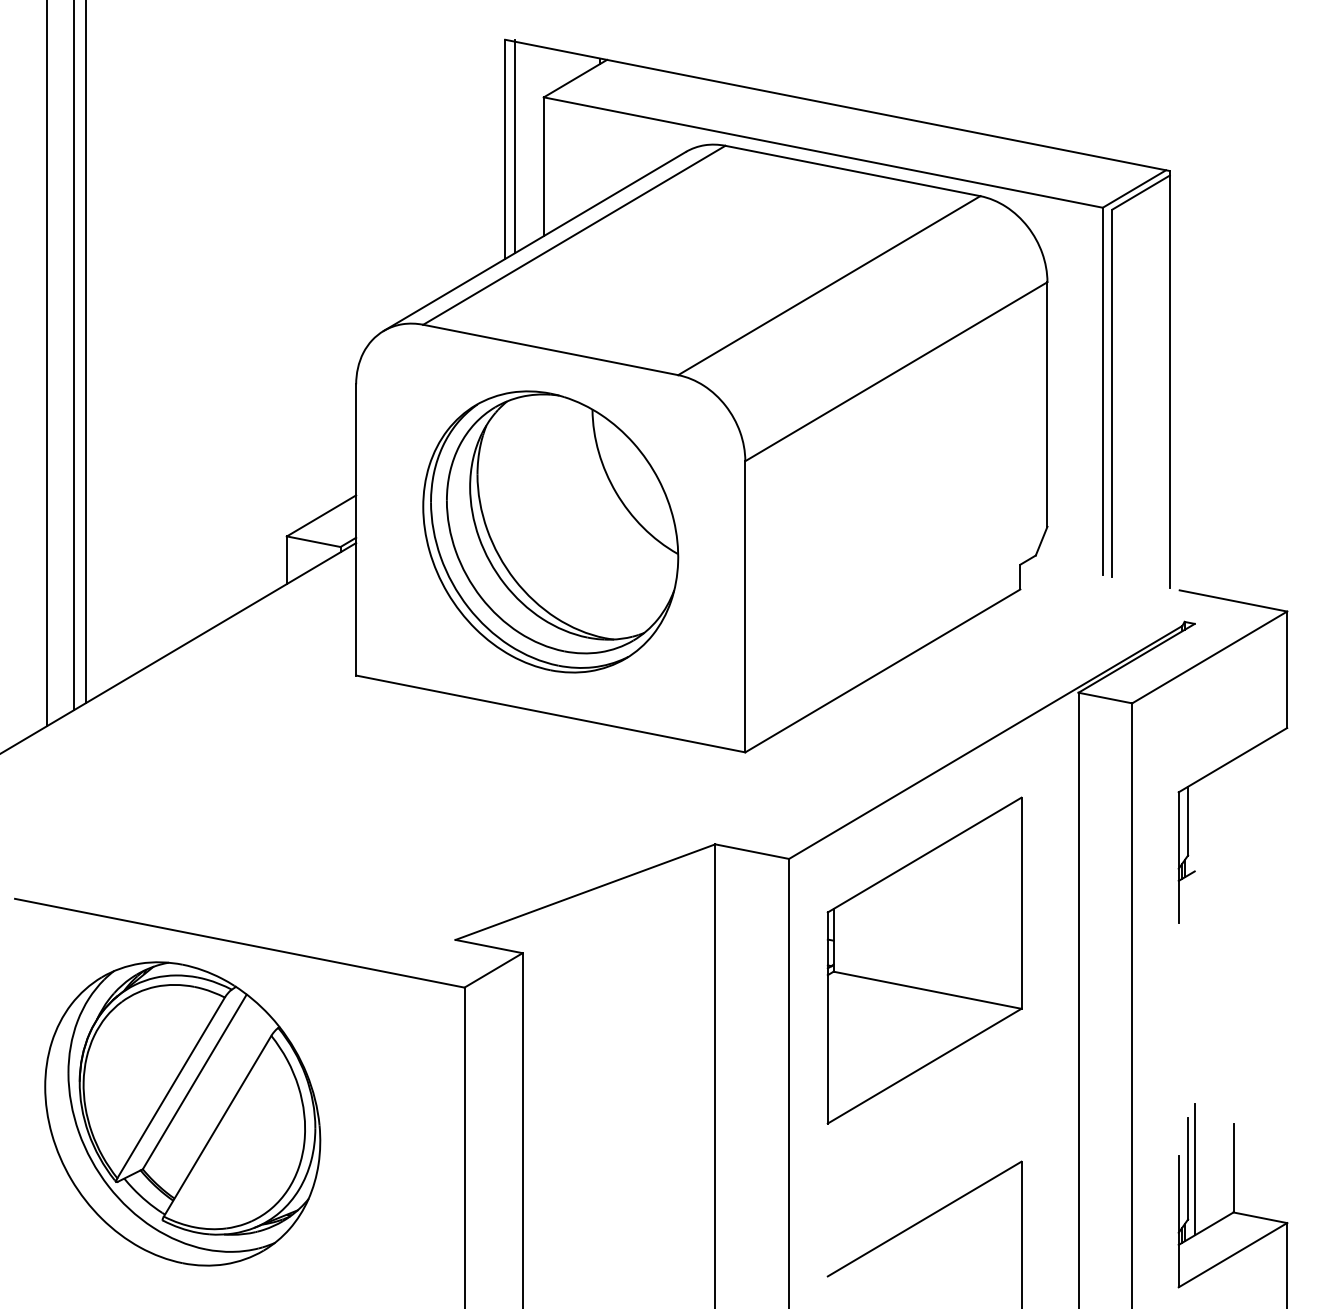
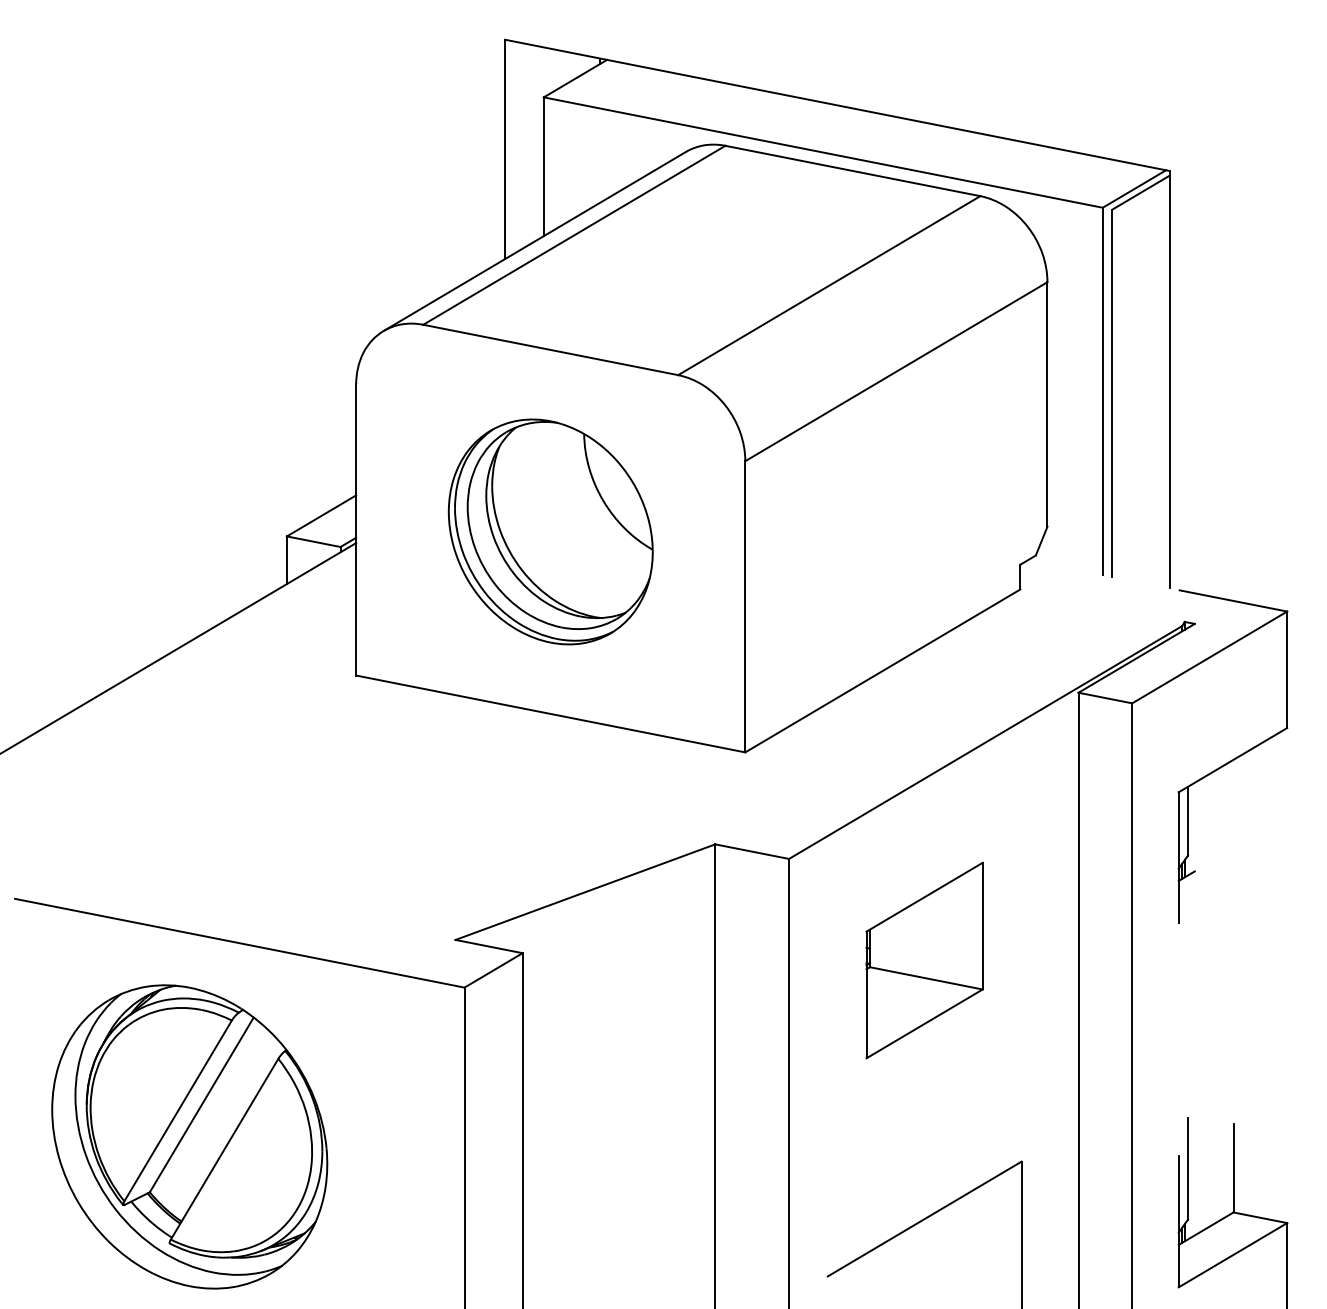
line at (515, 146): present -> none
line at (85, 352): present -> none
line at (73, 356): present -> none
line at (47, 364): present -> none
part at (550, 531) size: 258x284 px -> 207x228 px
part at (924, 960) size: 197x329 px -> 119x199 px
part at (182, 1113) position: (182, 1113) -> (189, 1136)
line at (1194, 1169): present -> none
